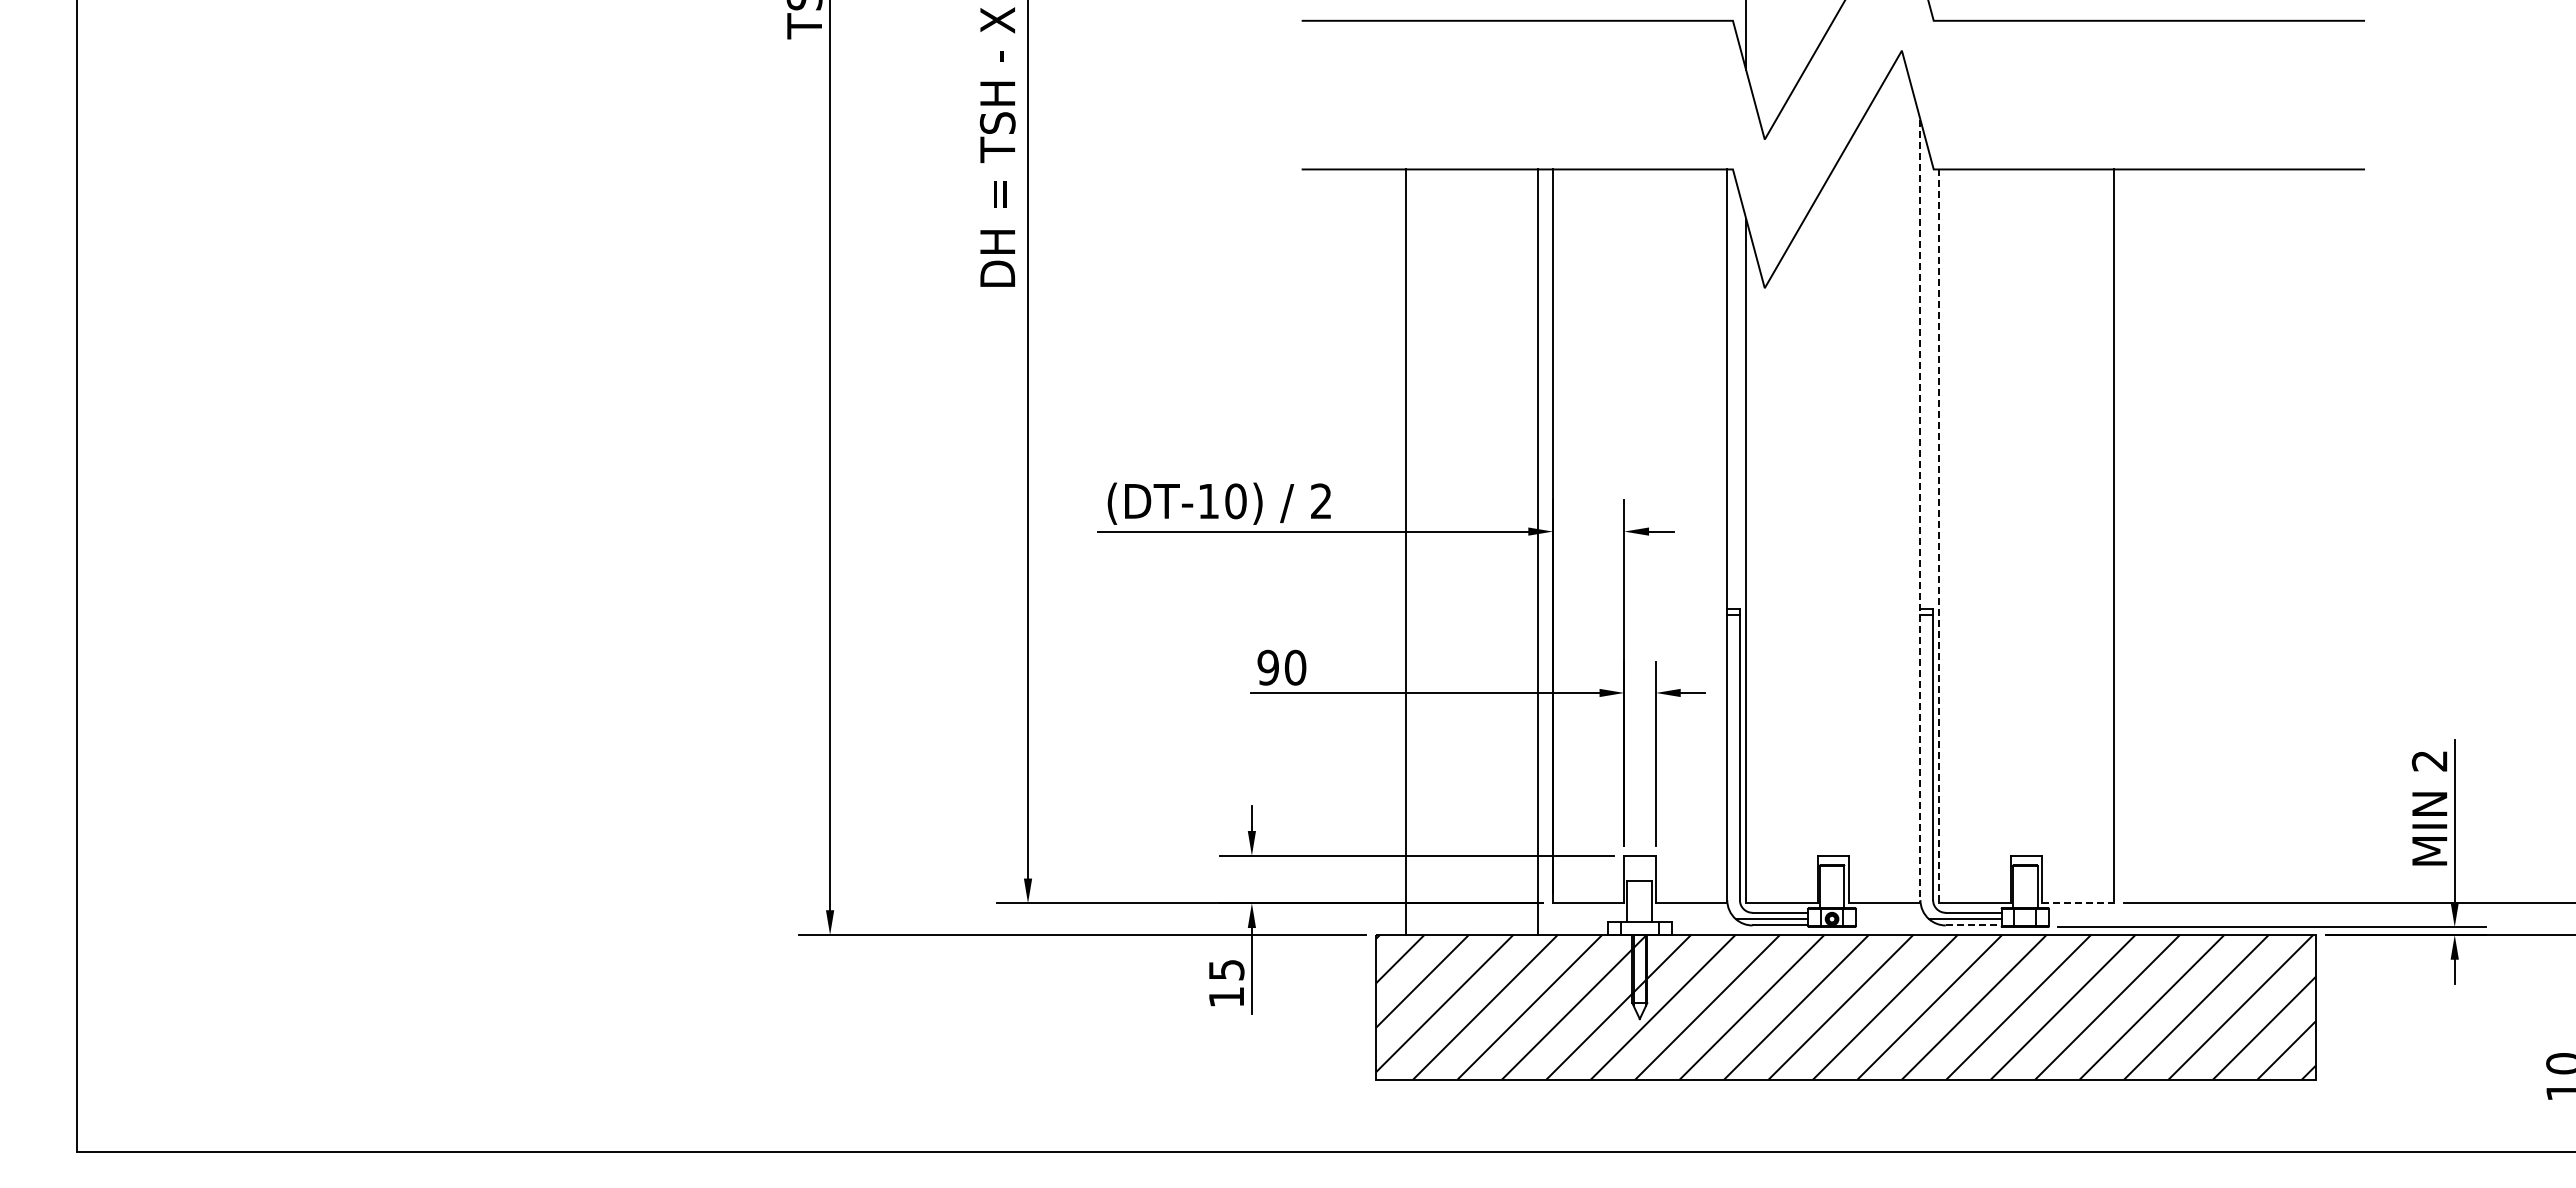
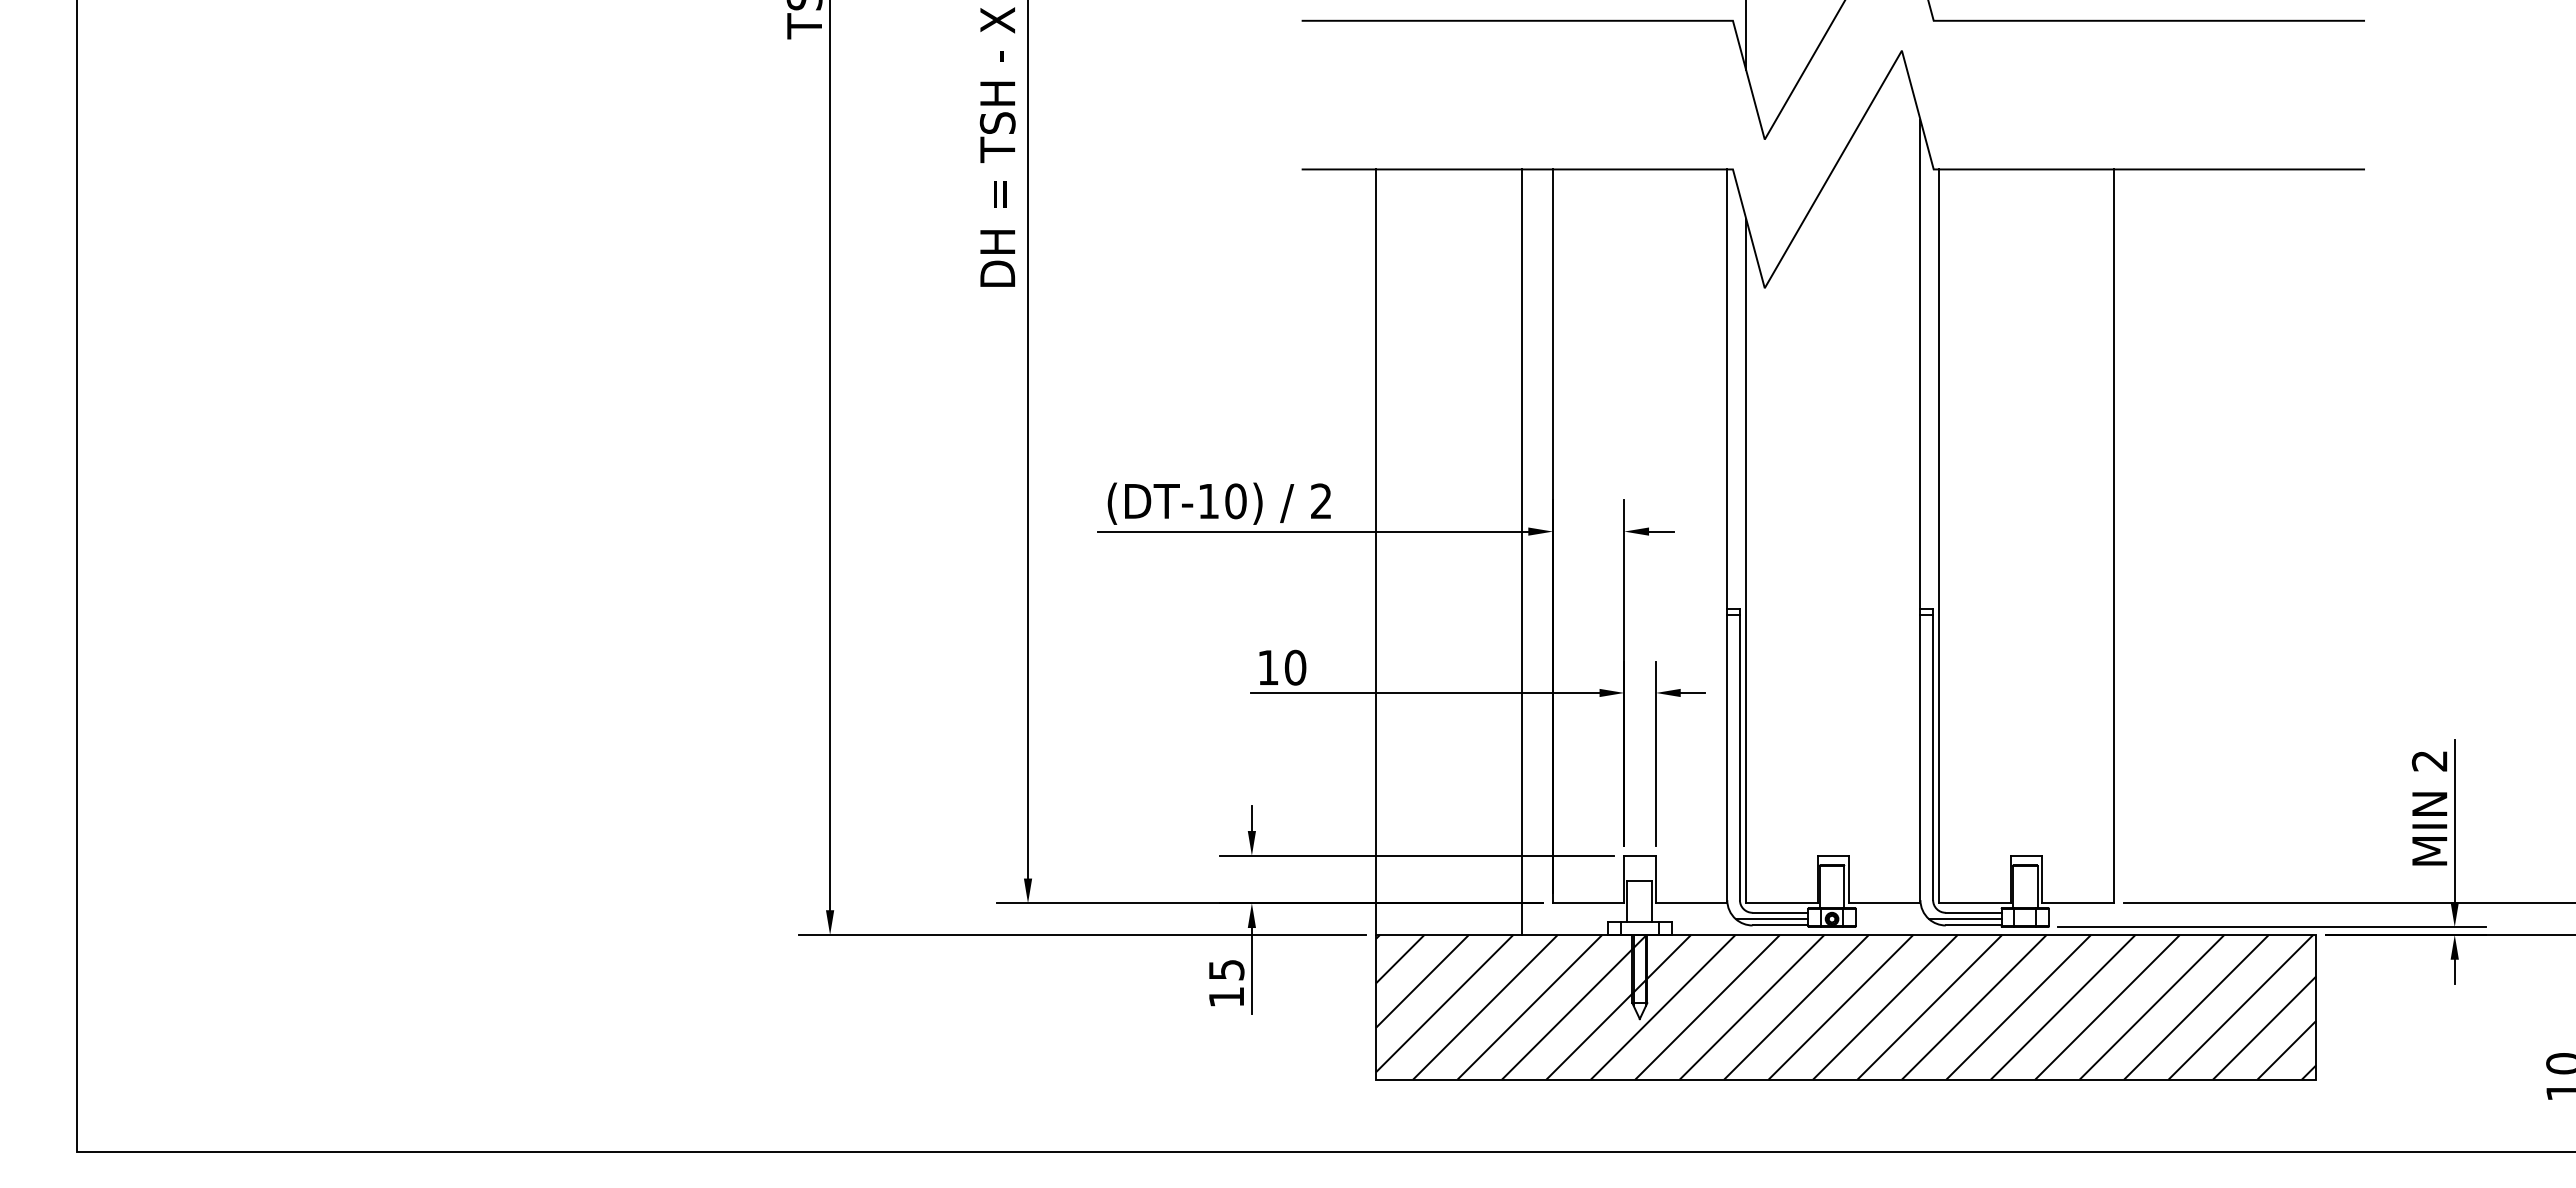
line at (1920, 511): dashed -> solid
line at (1939, 536): dashed -> solid
line at (1406, 551) position: (1406, 551) -> (1376, 551)
line at (1537, 551) position: (1537, 551) -> (1521, 551)
text at (1267, 667): 90 -> 10
line at (2078, 903): dashed -> solid
line at (1973, 925): dashed -> solid
